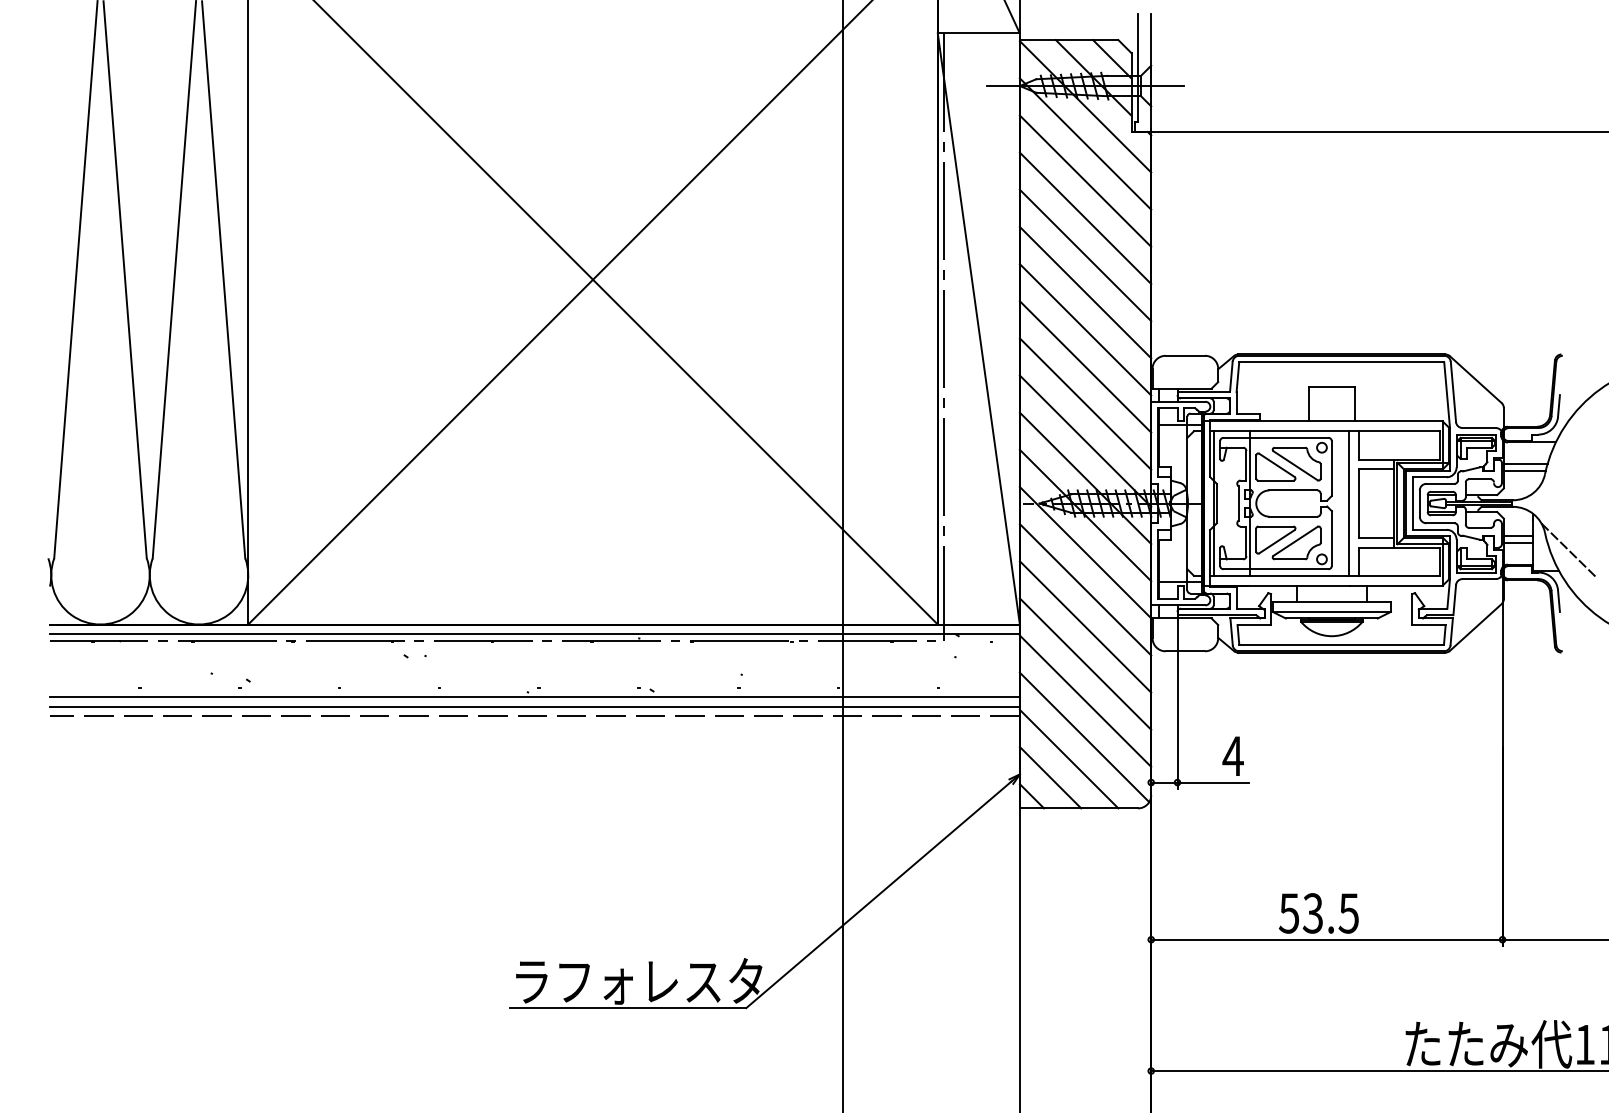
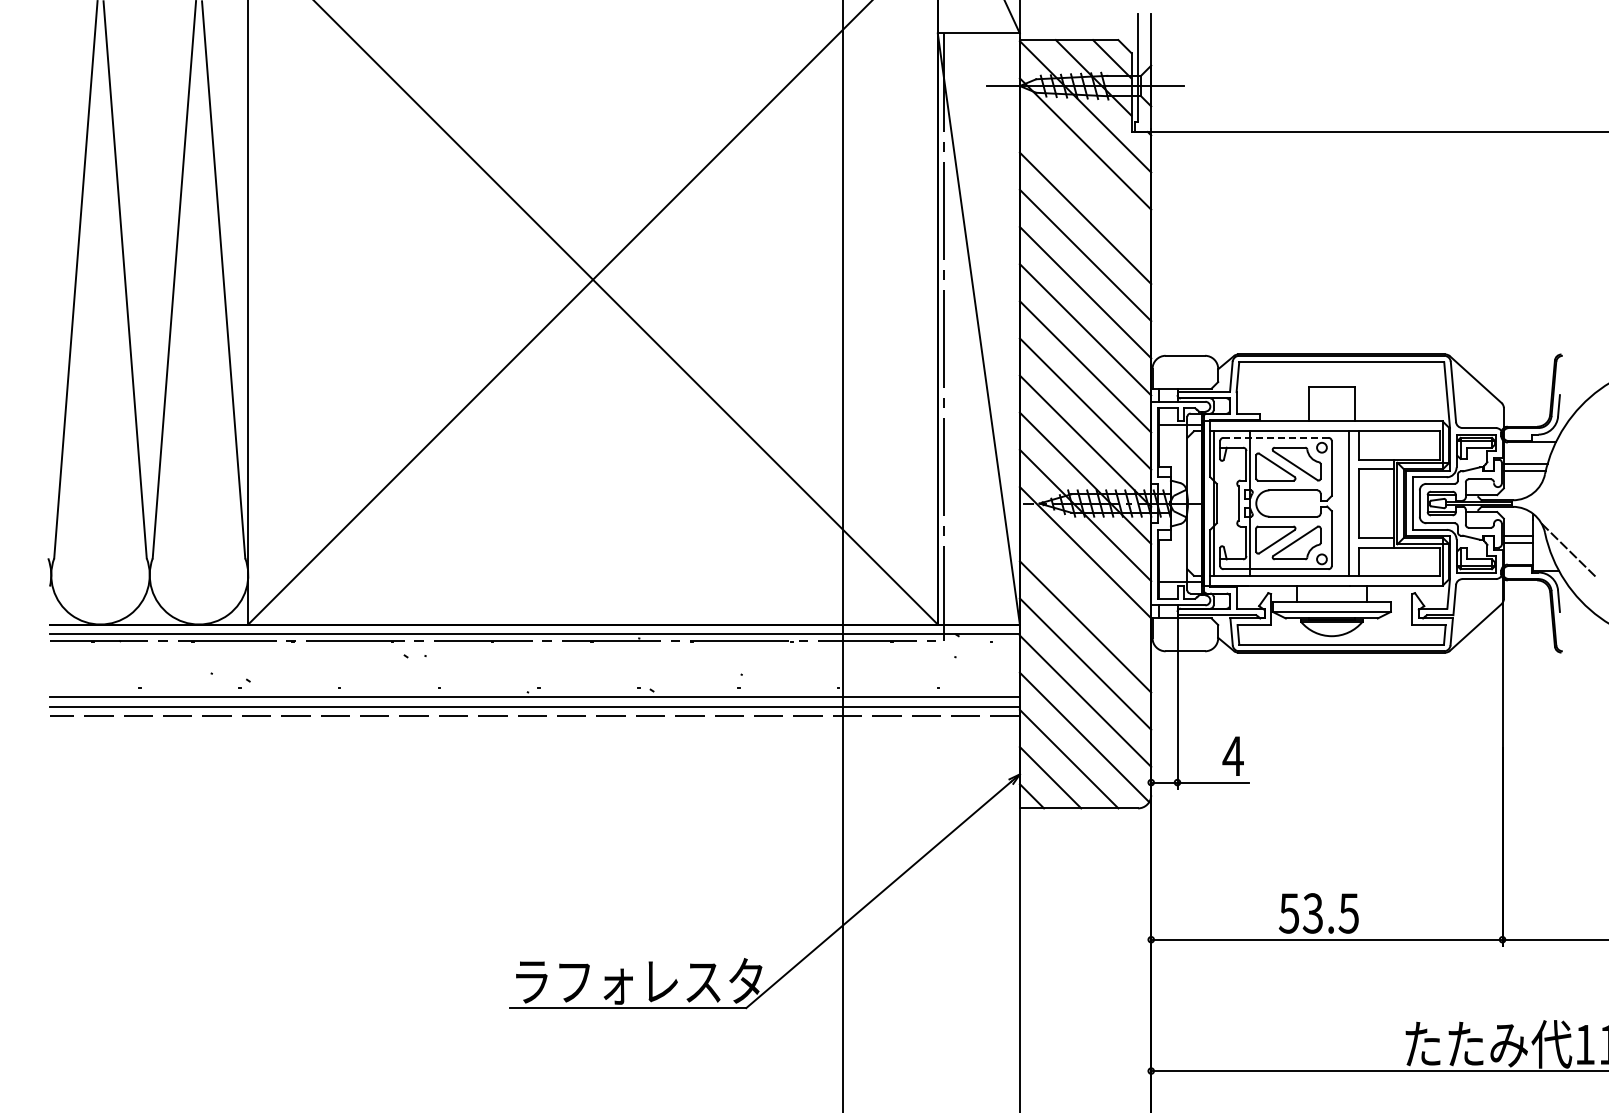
line at (1085, 180): present -> none
line at (1275, 437): solid -> dashed
line at (1085, 589): present -> none
